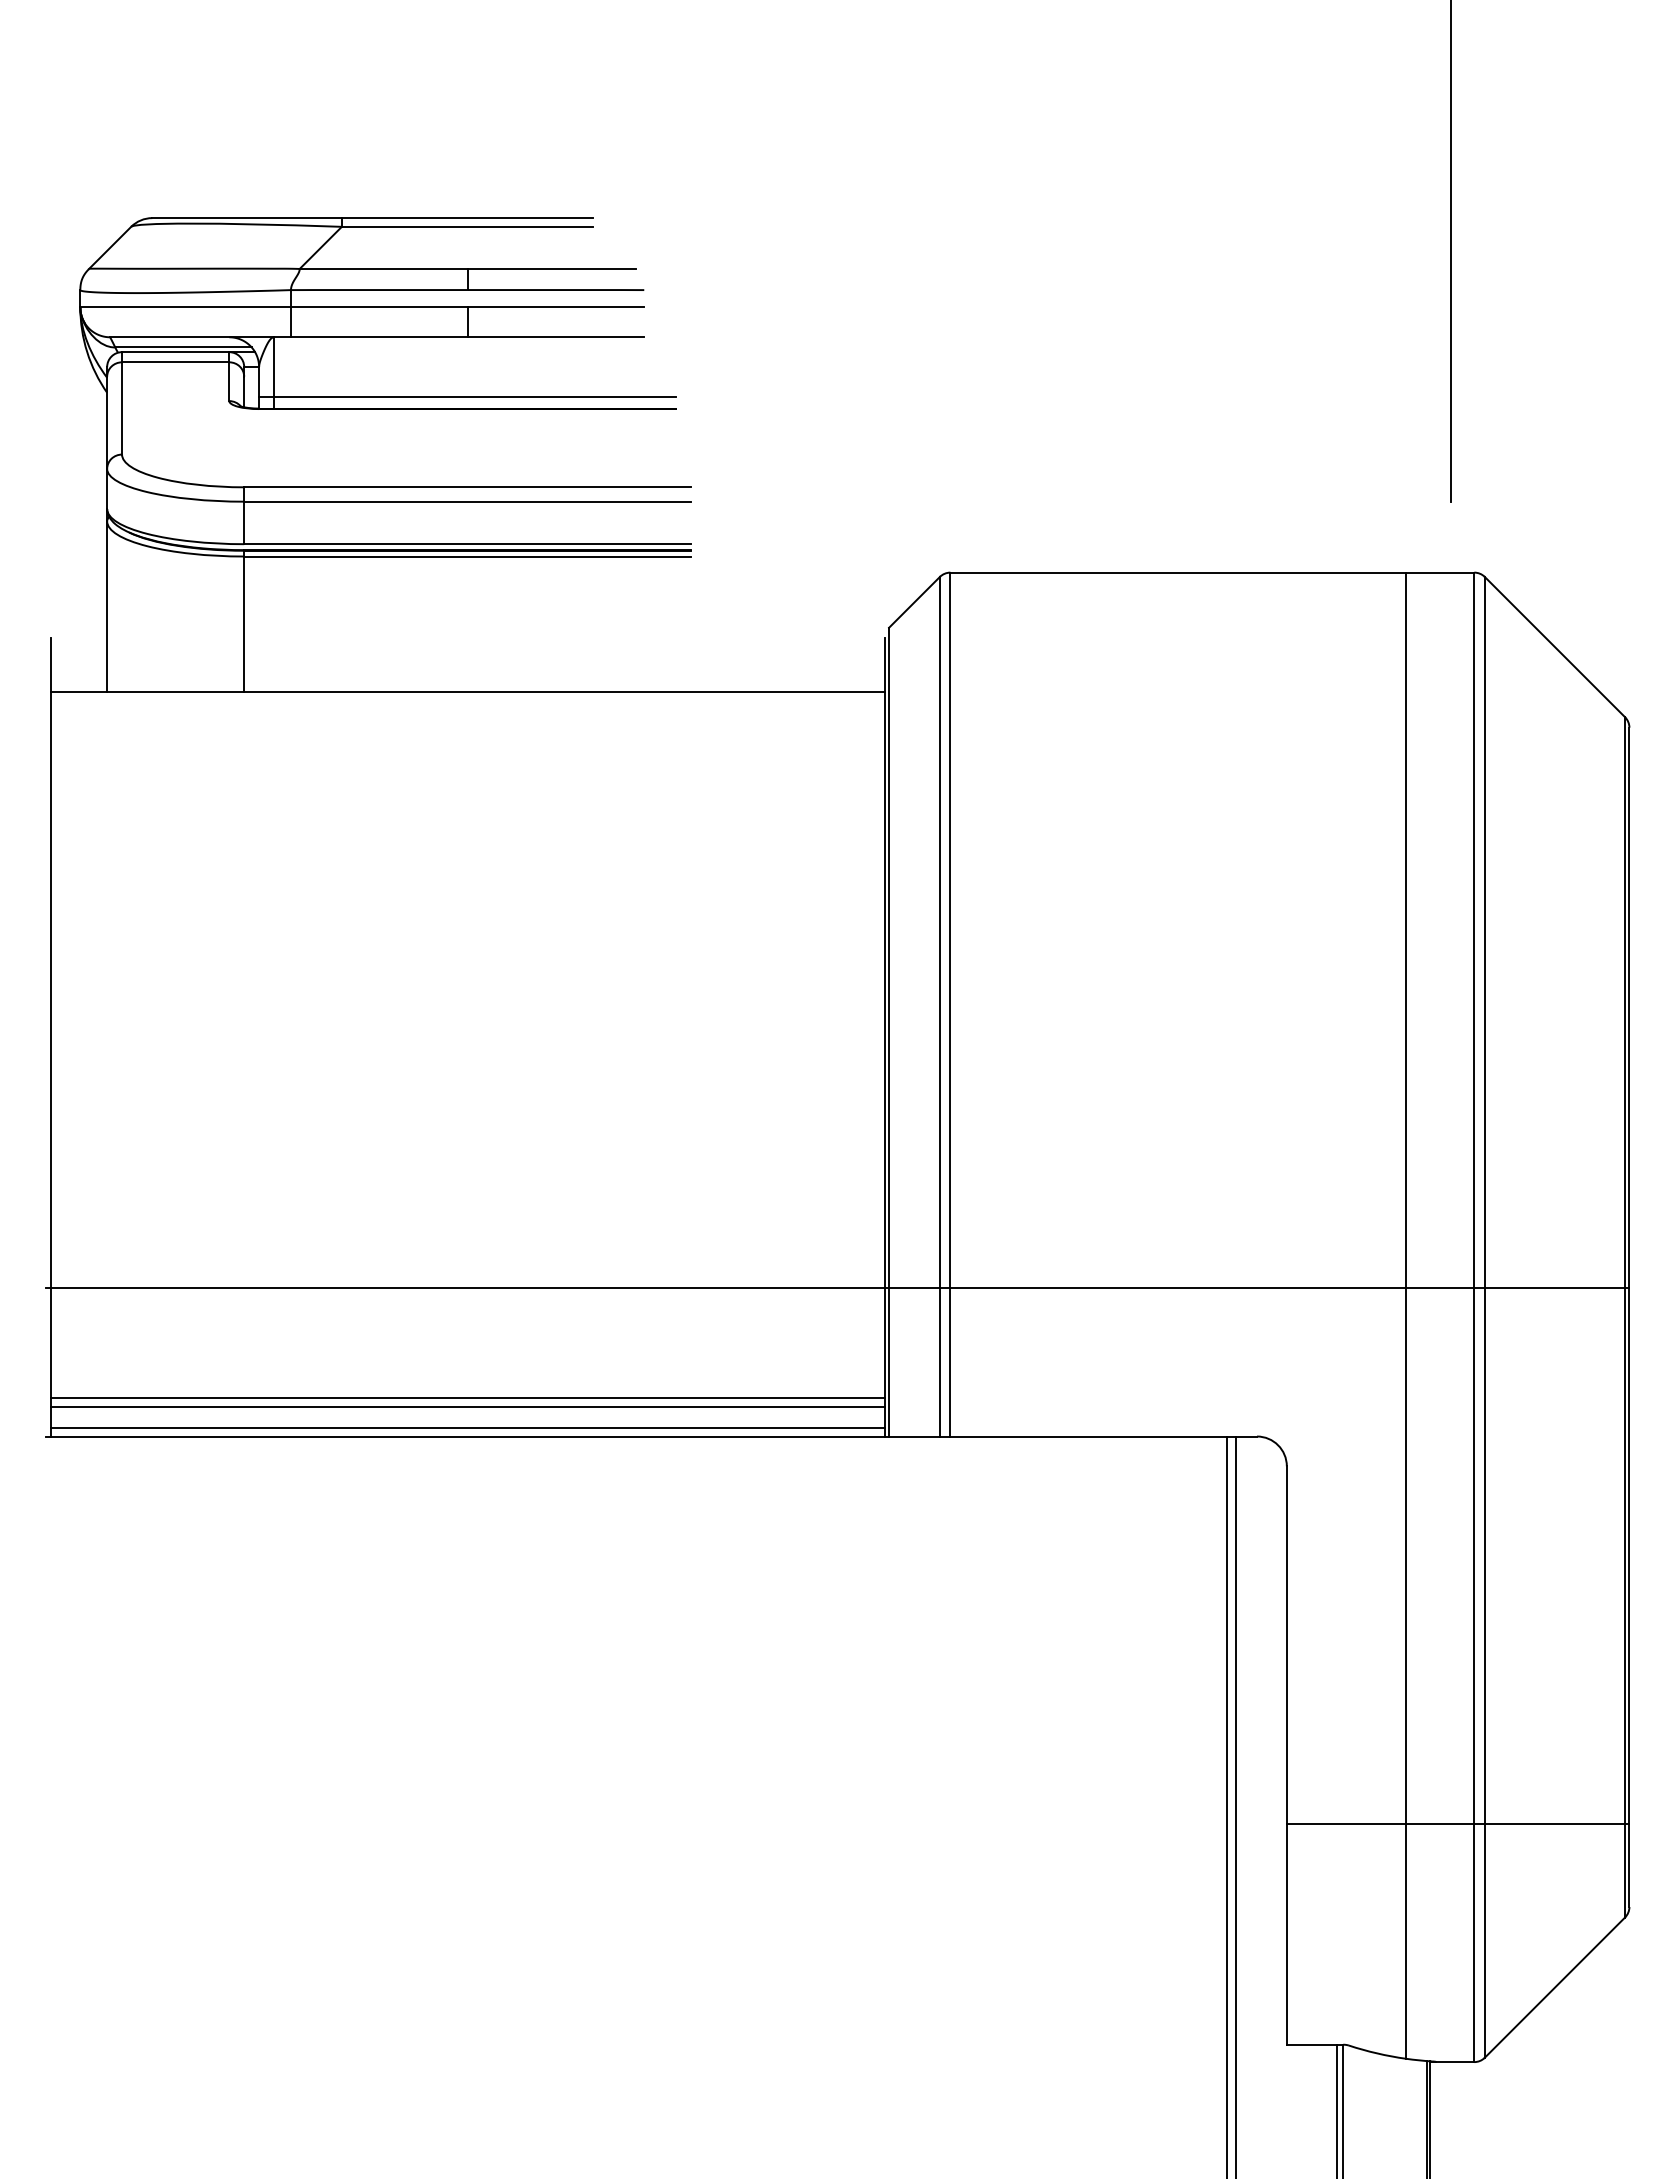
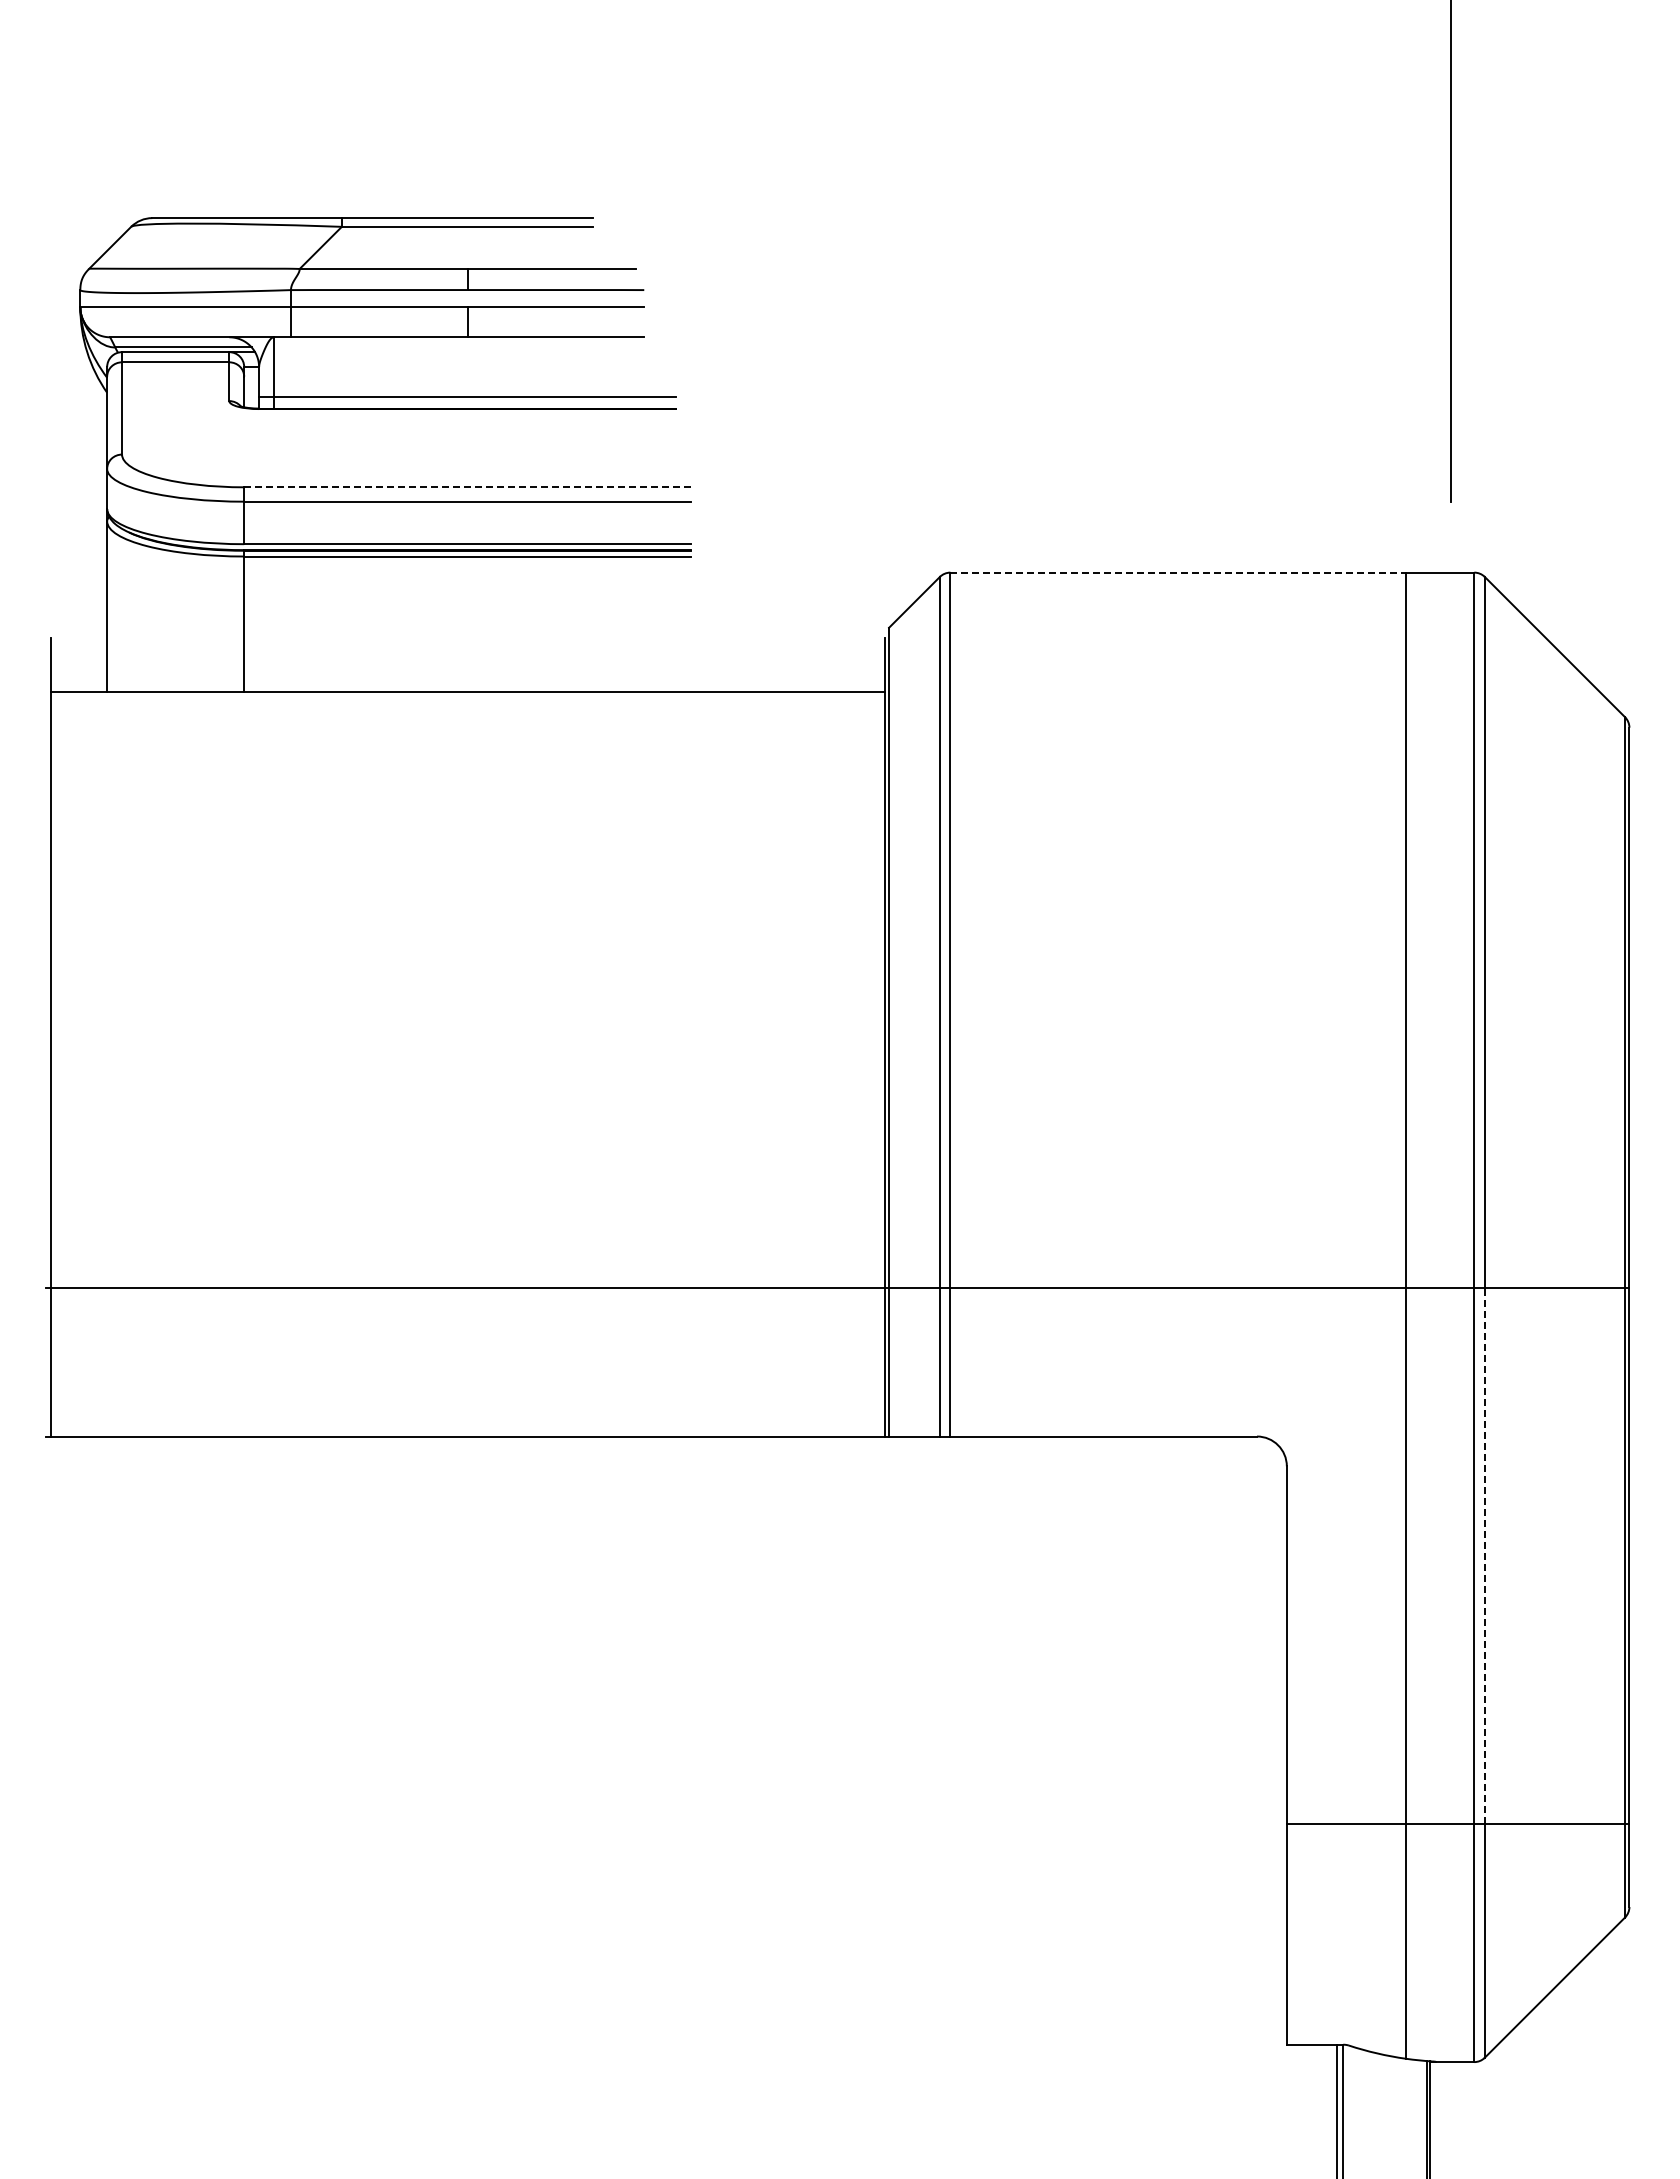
line at (467, 487): solid -> dashed
line at (1178, 572): solid -> dashed
line at (467, 1397): present -> none
line at (467, 1406): present -> none
line at (467, 1427): present -> none
line at (1484, 1555): solid -> dashed
line at (1227, 1805): present -> none
line at (1236, 1805): present -> none
